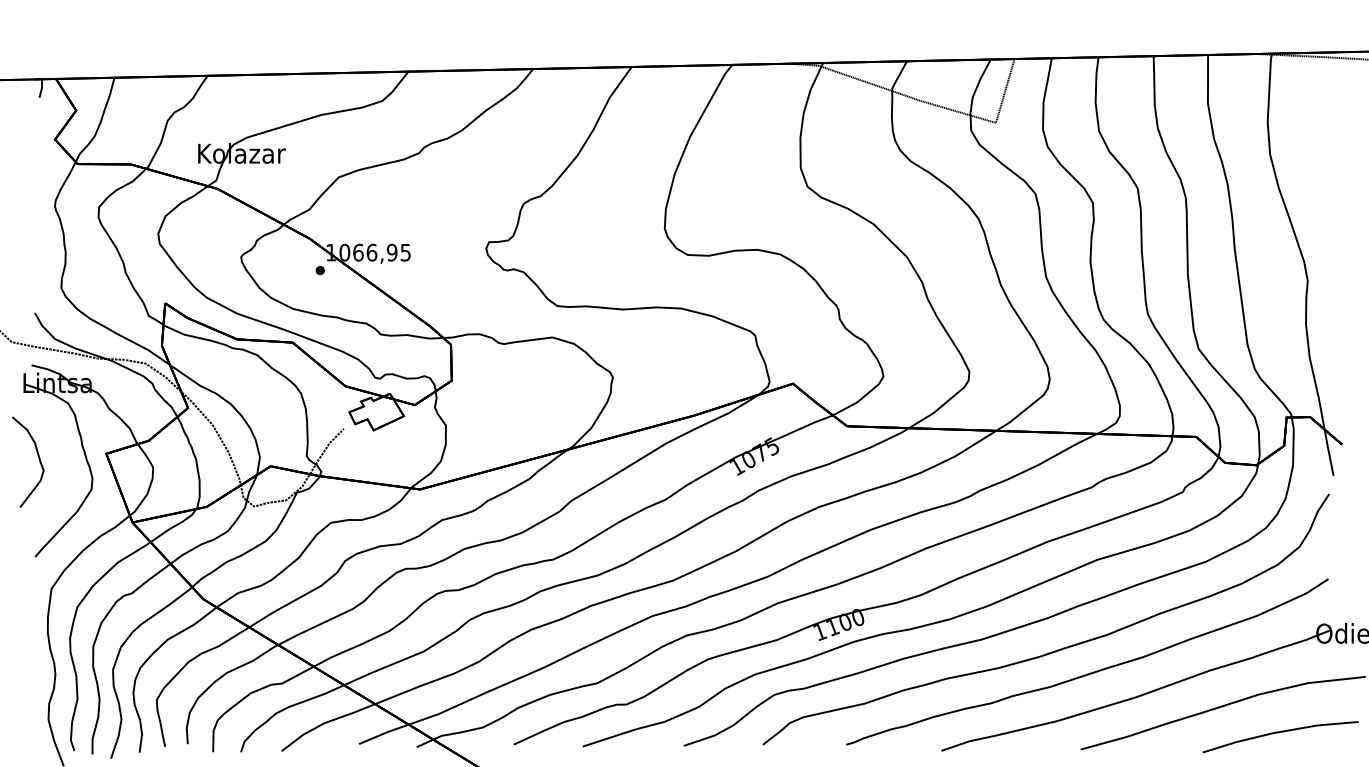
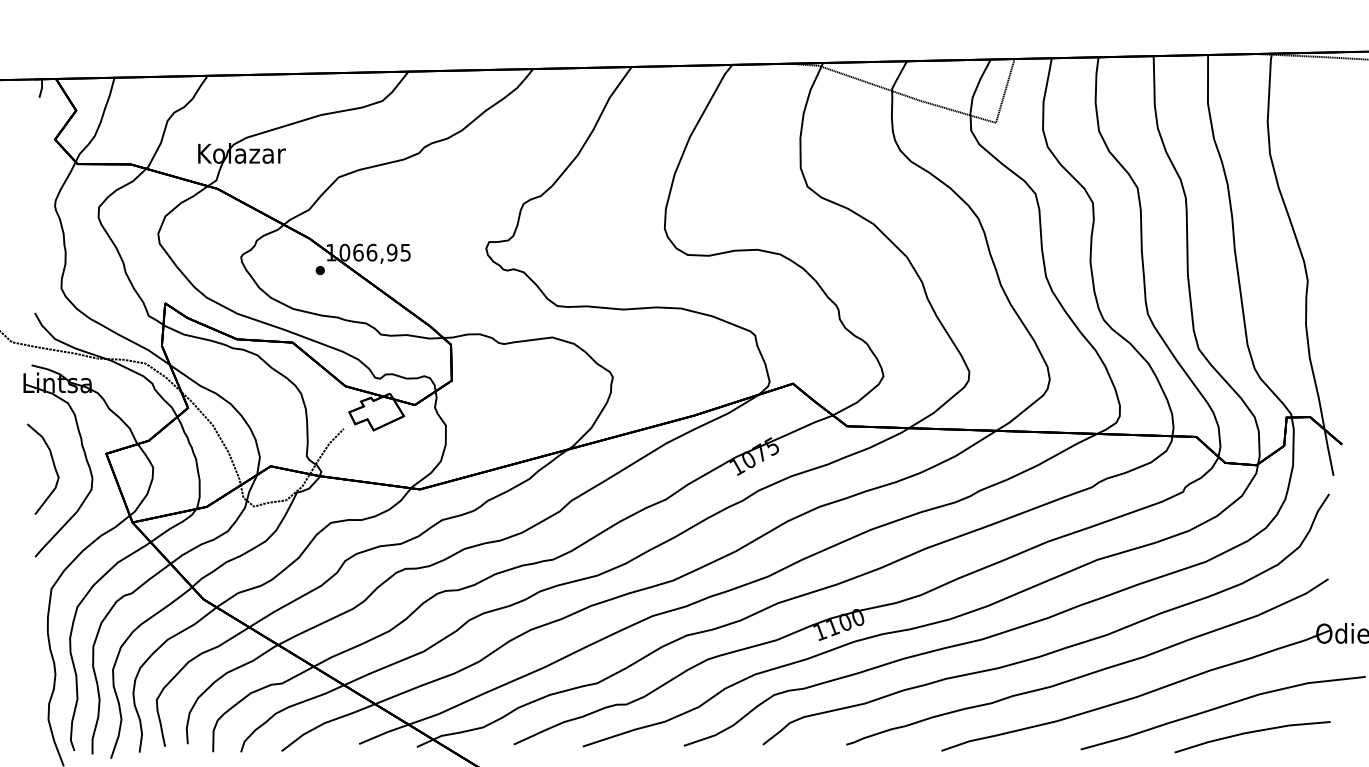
curve at (38, 459) position: (38, 459) -> (53, 466)
line at (1278, 733) position: (1278, 733) -> (1250, 733)
